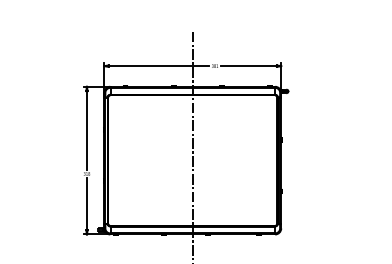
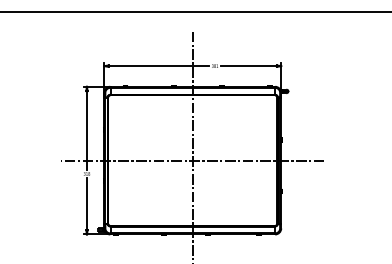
line at (195, 11): none -> present
line at (192, 160): none -> present
